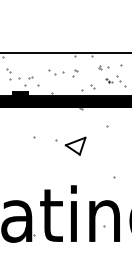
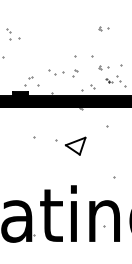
part at (103, 28): none -> present
line at (65, 52): present -> none
part at (13, 74) position: (13, 74) -> (13, 34)
